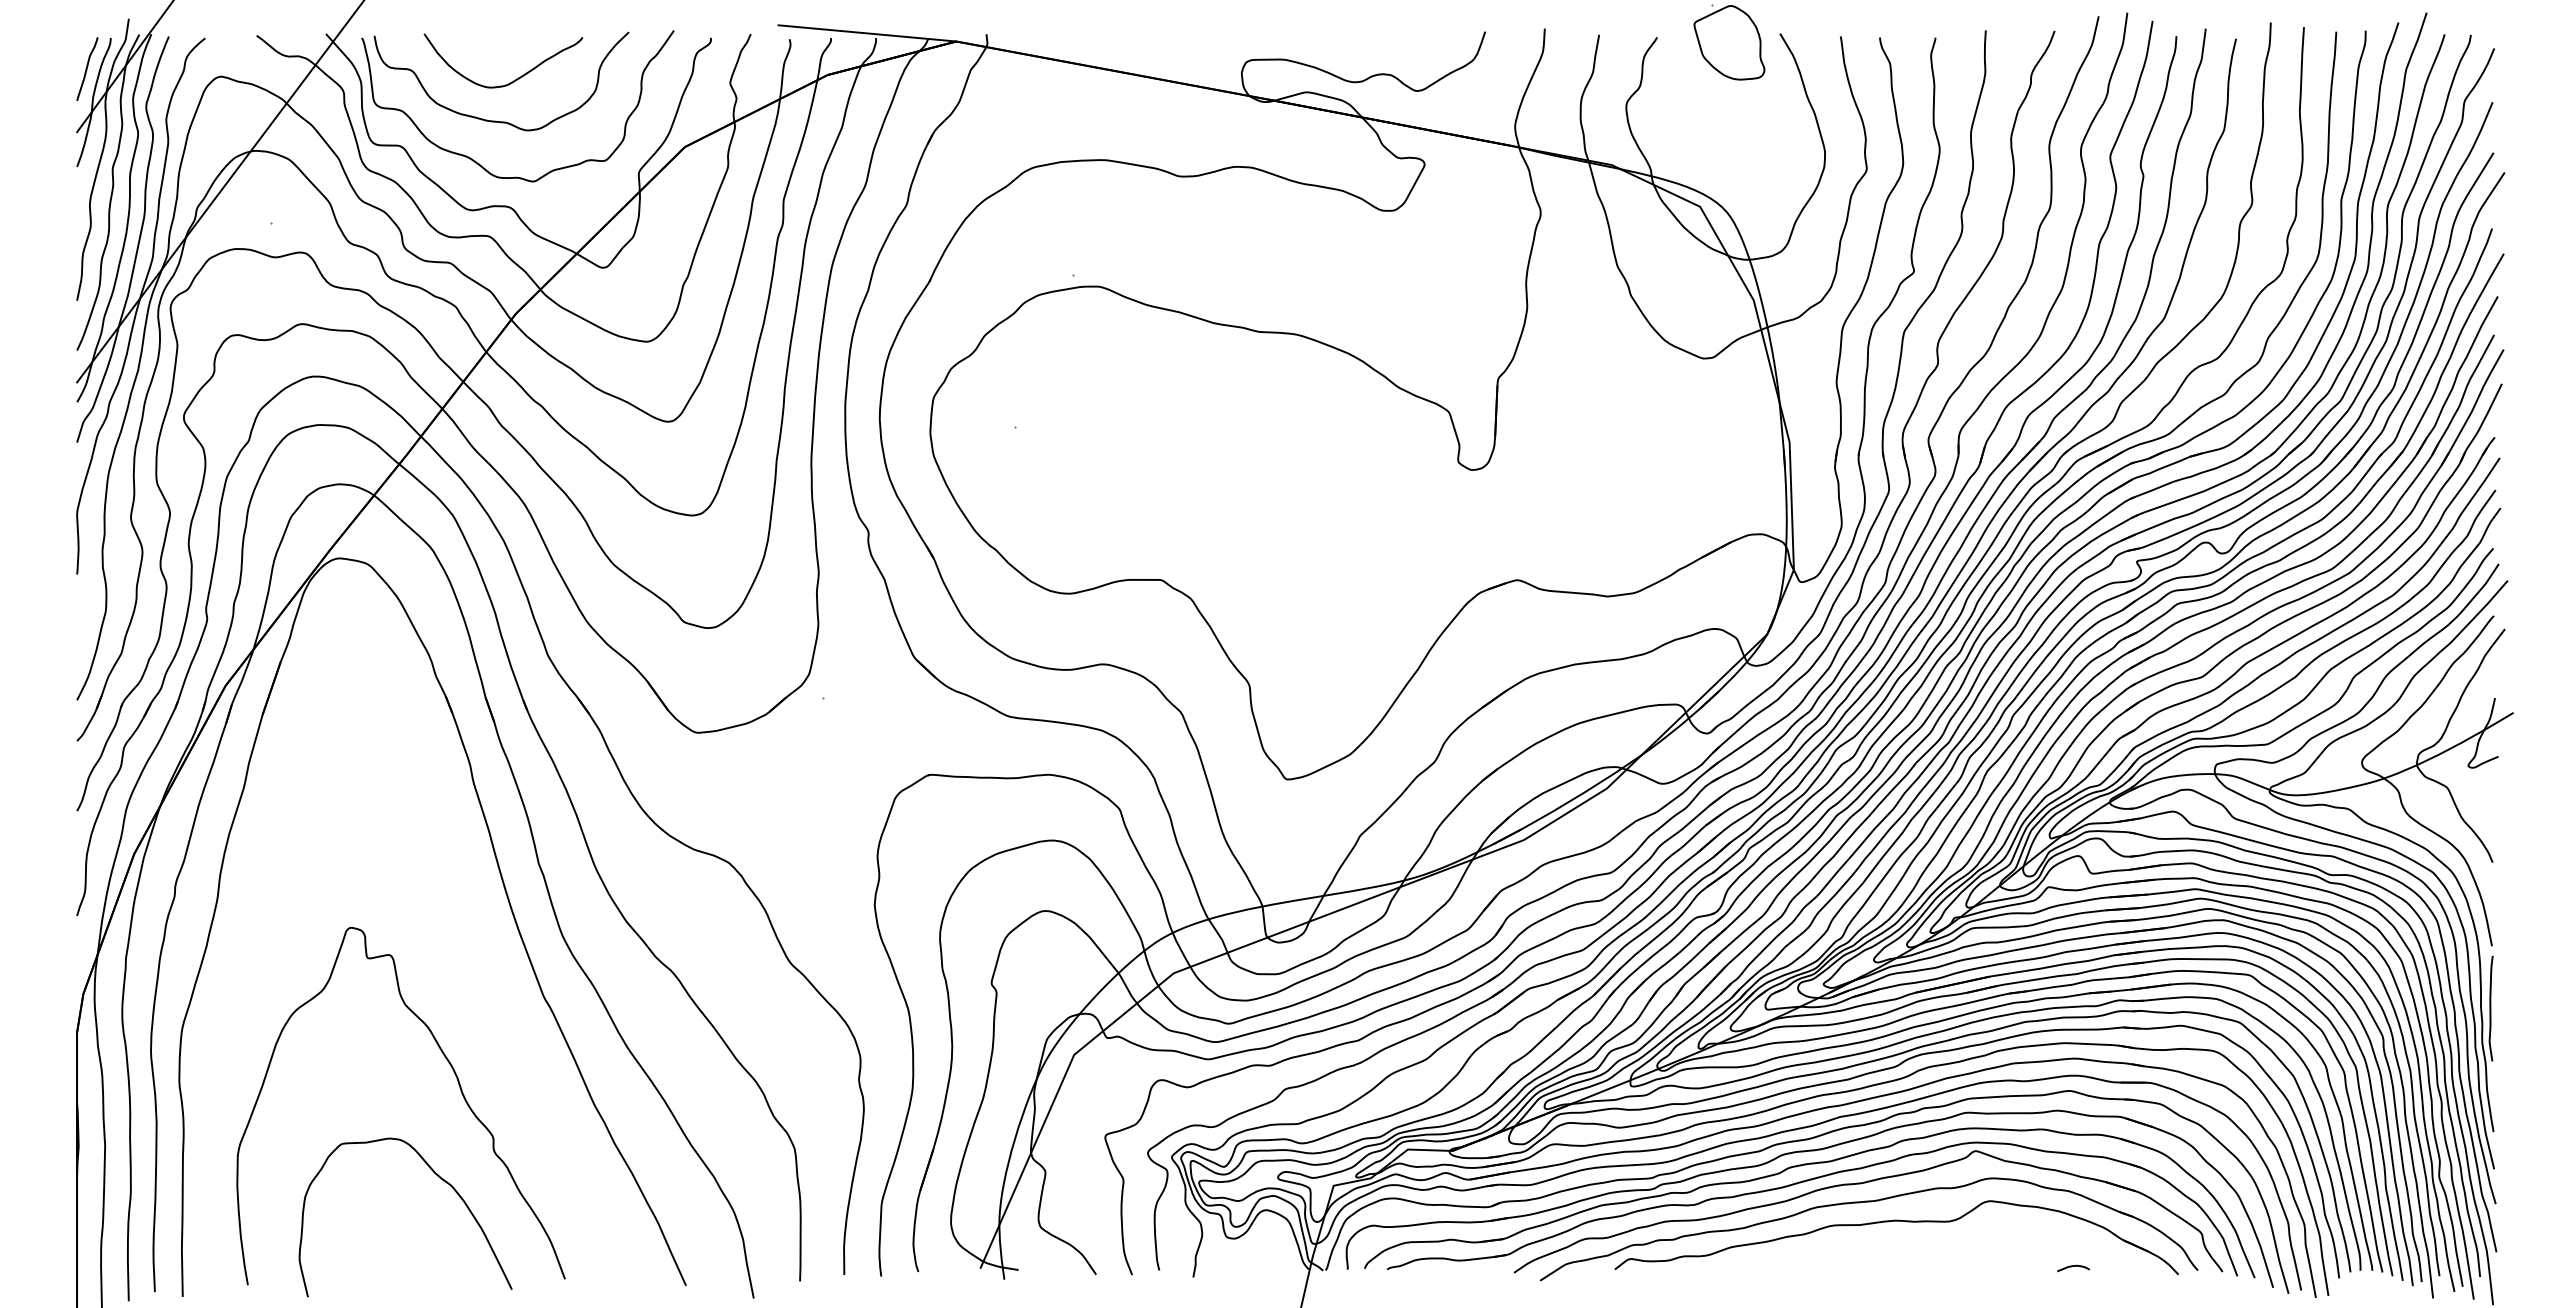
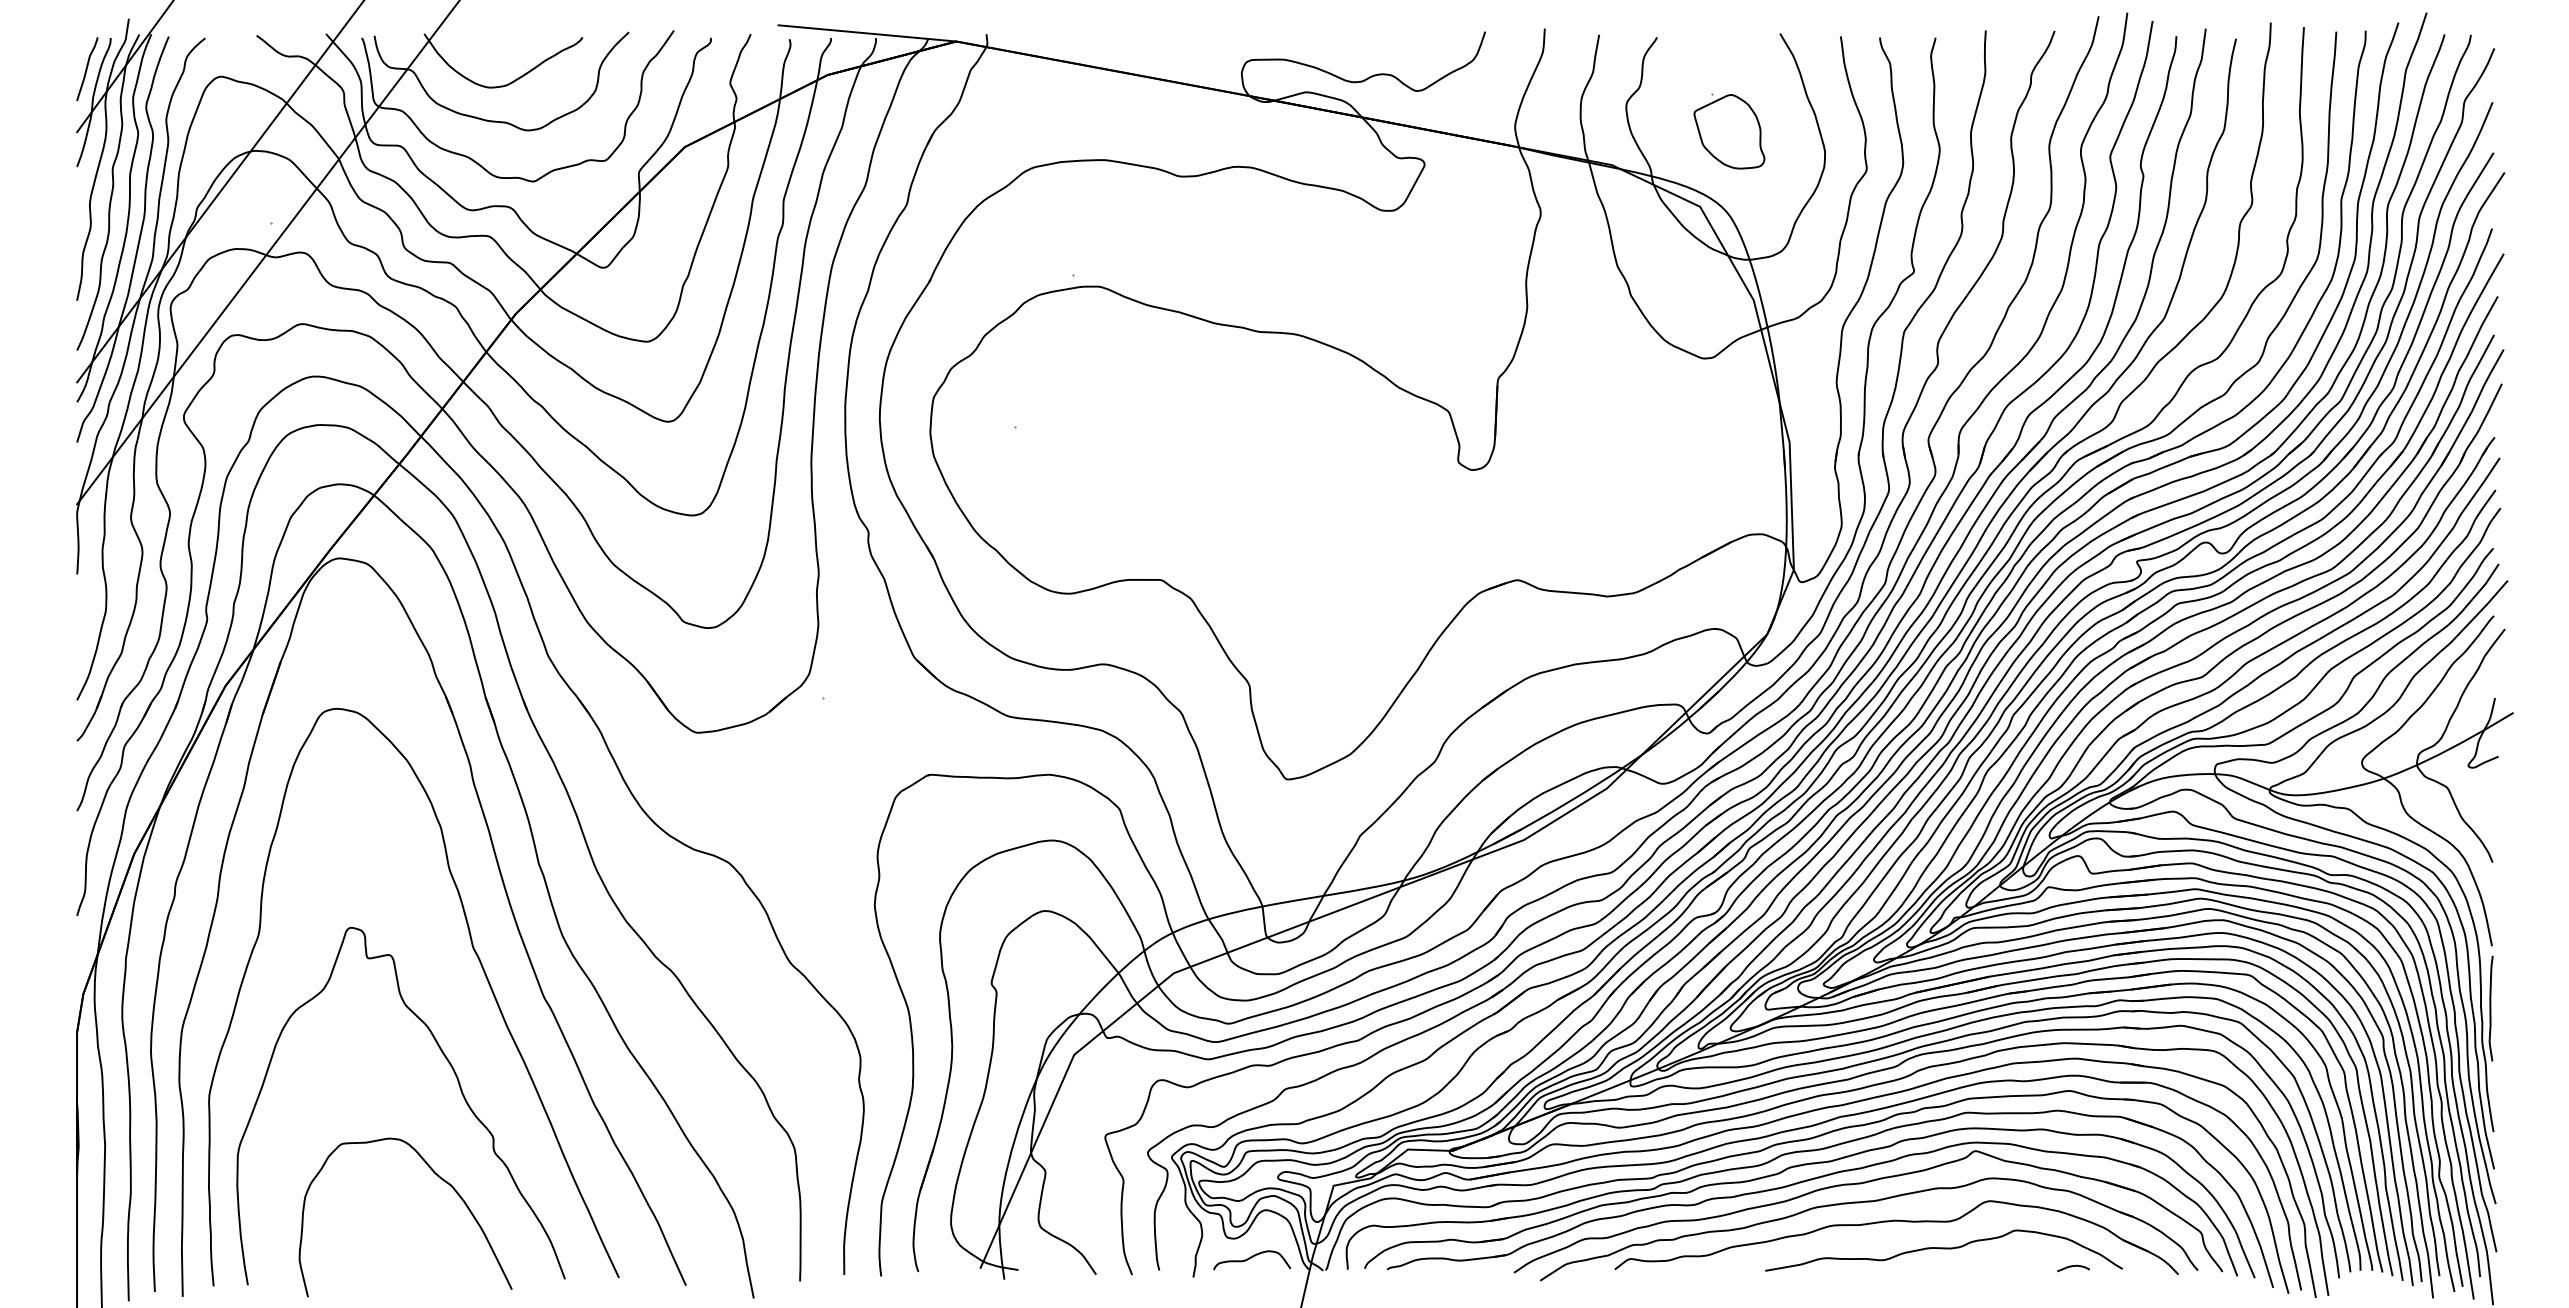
part at (1729, 42) position: (1729, 42) -> (1729, 131)
line at (267, 253): none -> present
curve at (480, 965): none -> present
curve at (1943, 1249): none -> present
curve at (1251, 1258): none -> present
